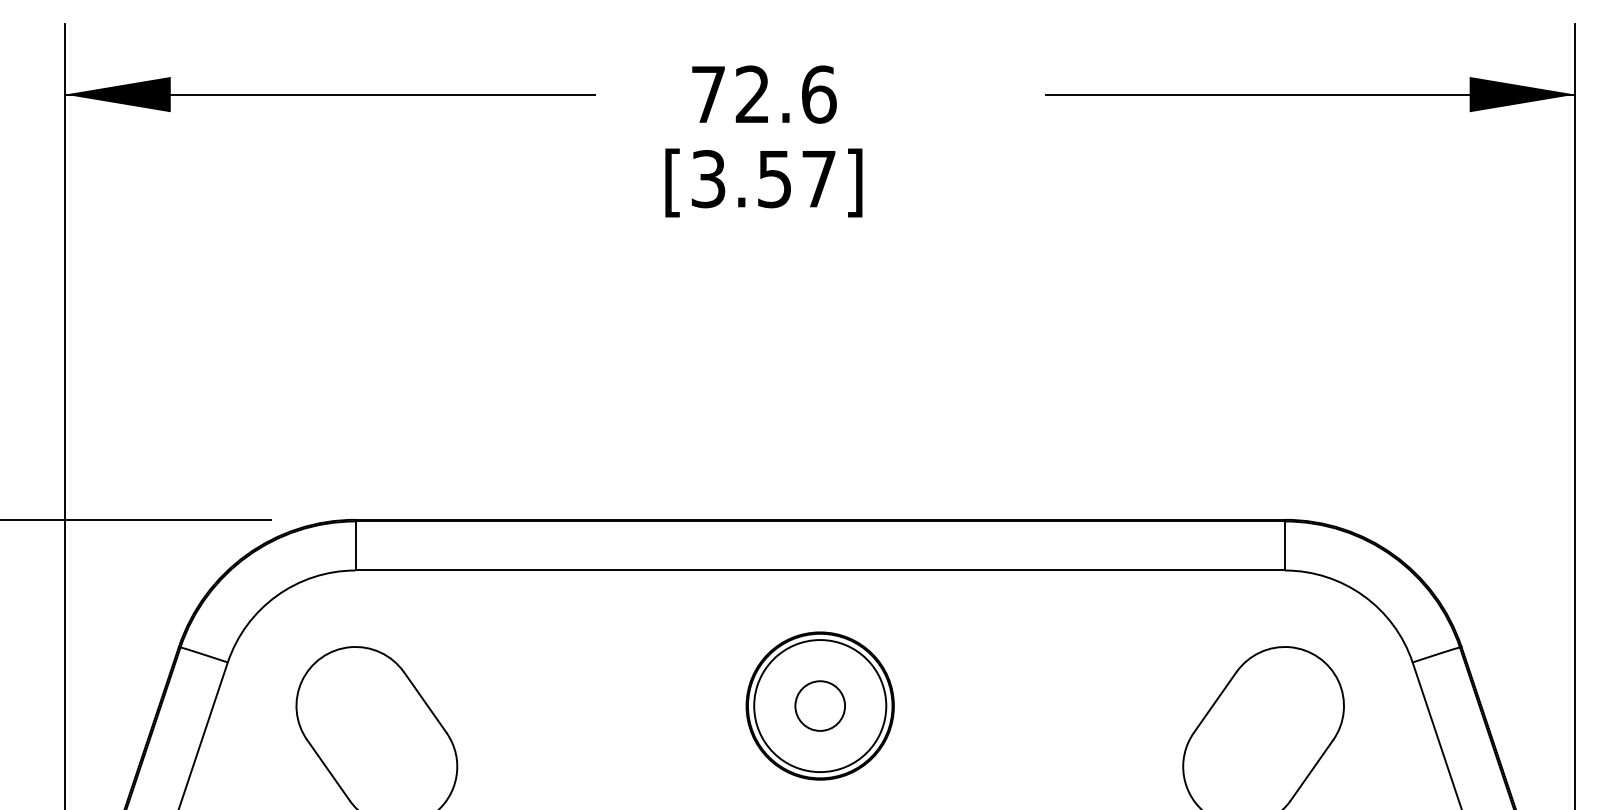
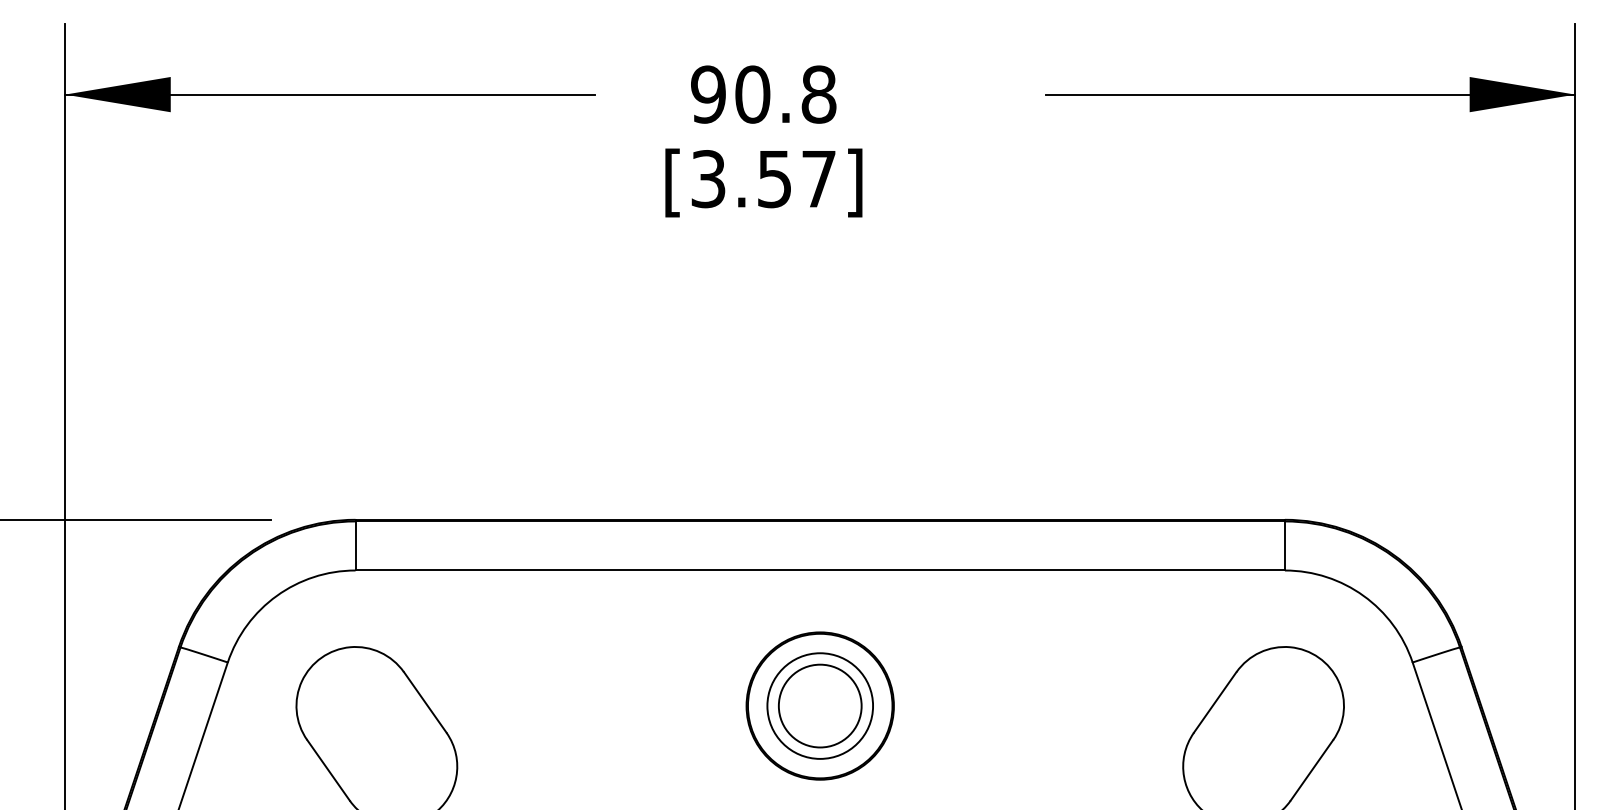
text at (763, 94): 72.6 -> 90.8
circle at (820, 705) diameter: 50 px -> 83 px
circle at (820, 706) diameter: 132 px -> 106 px
